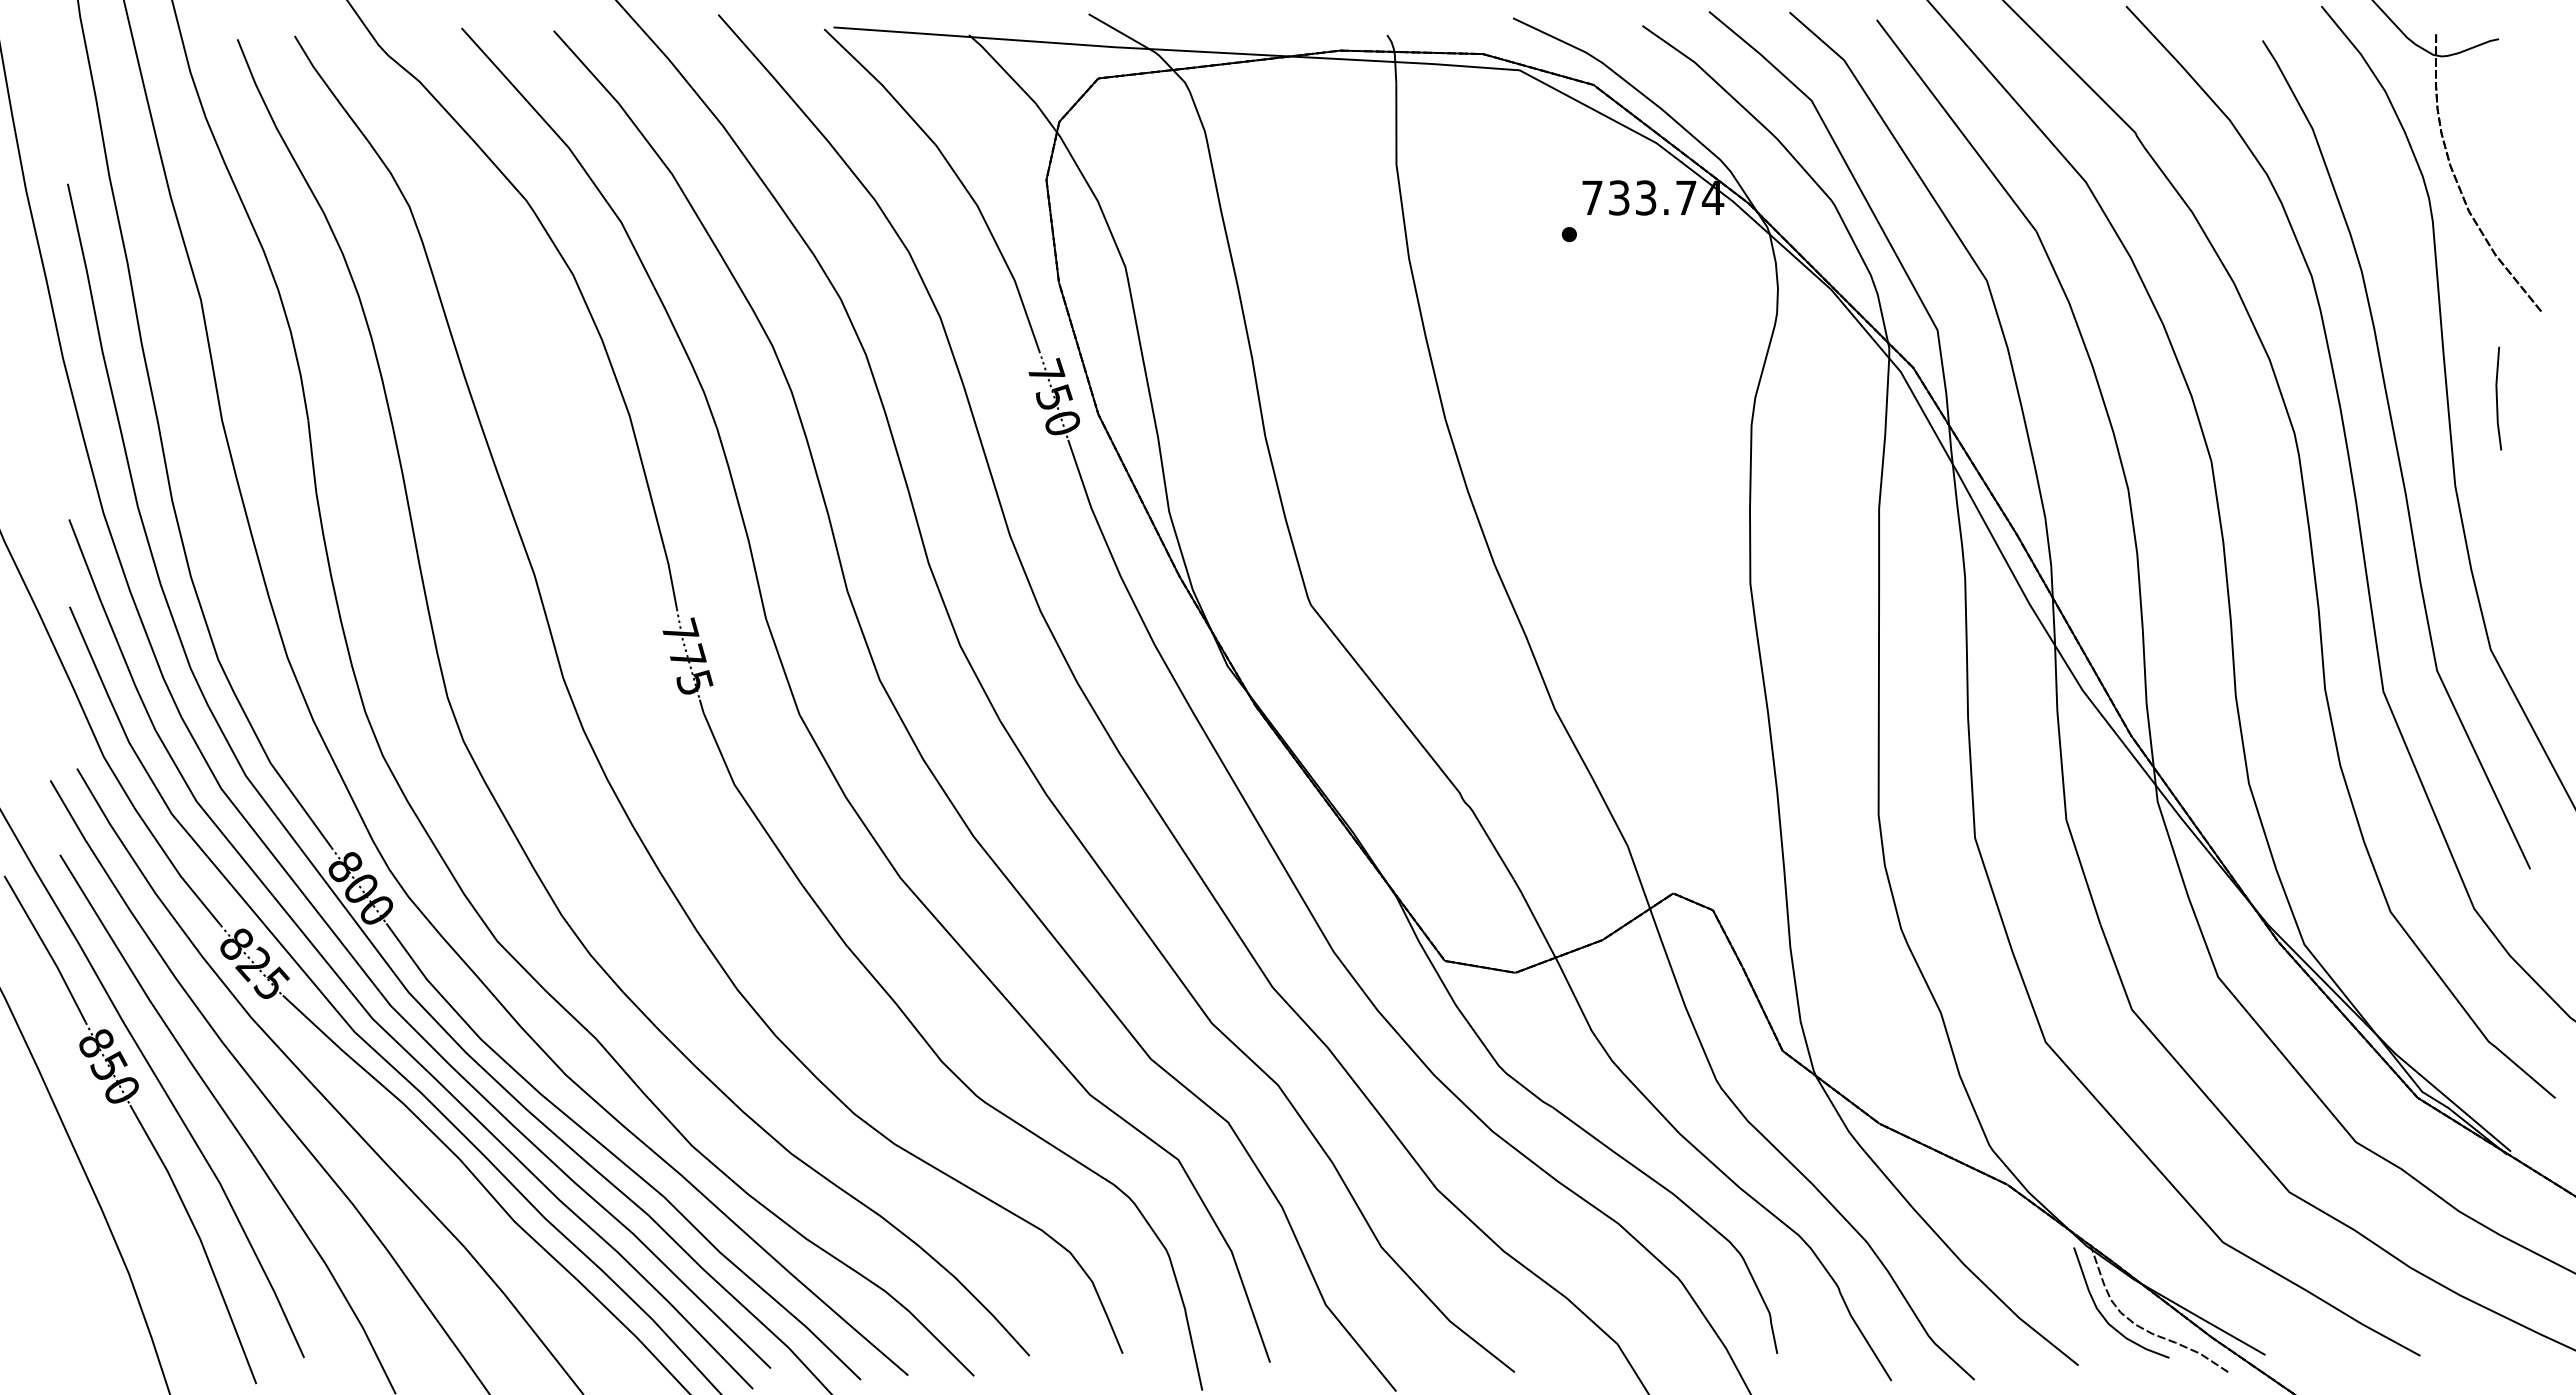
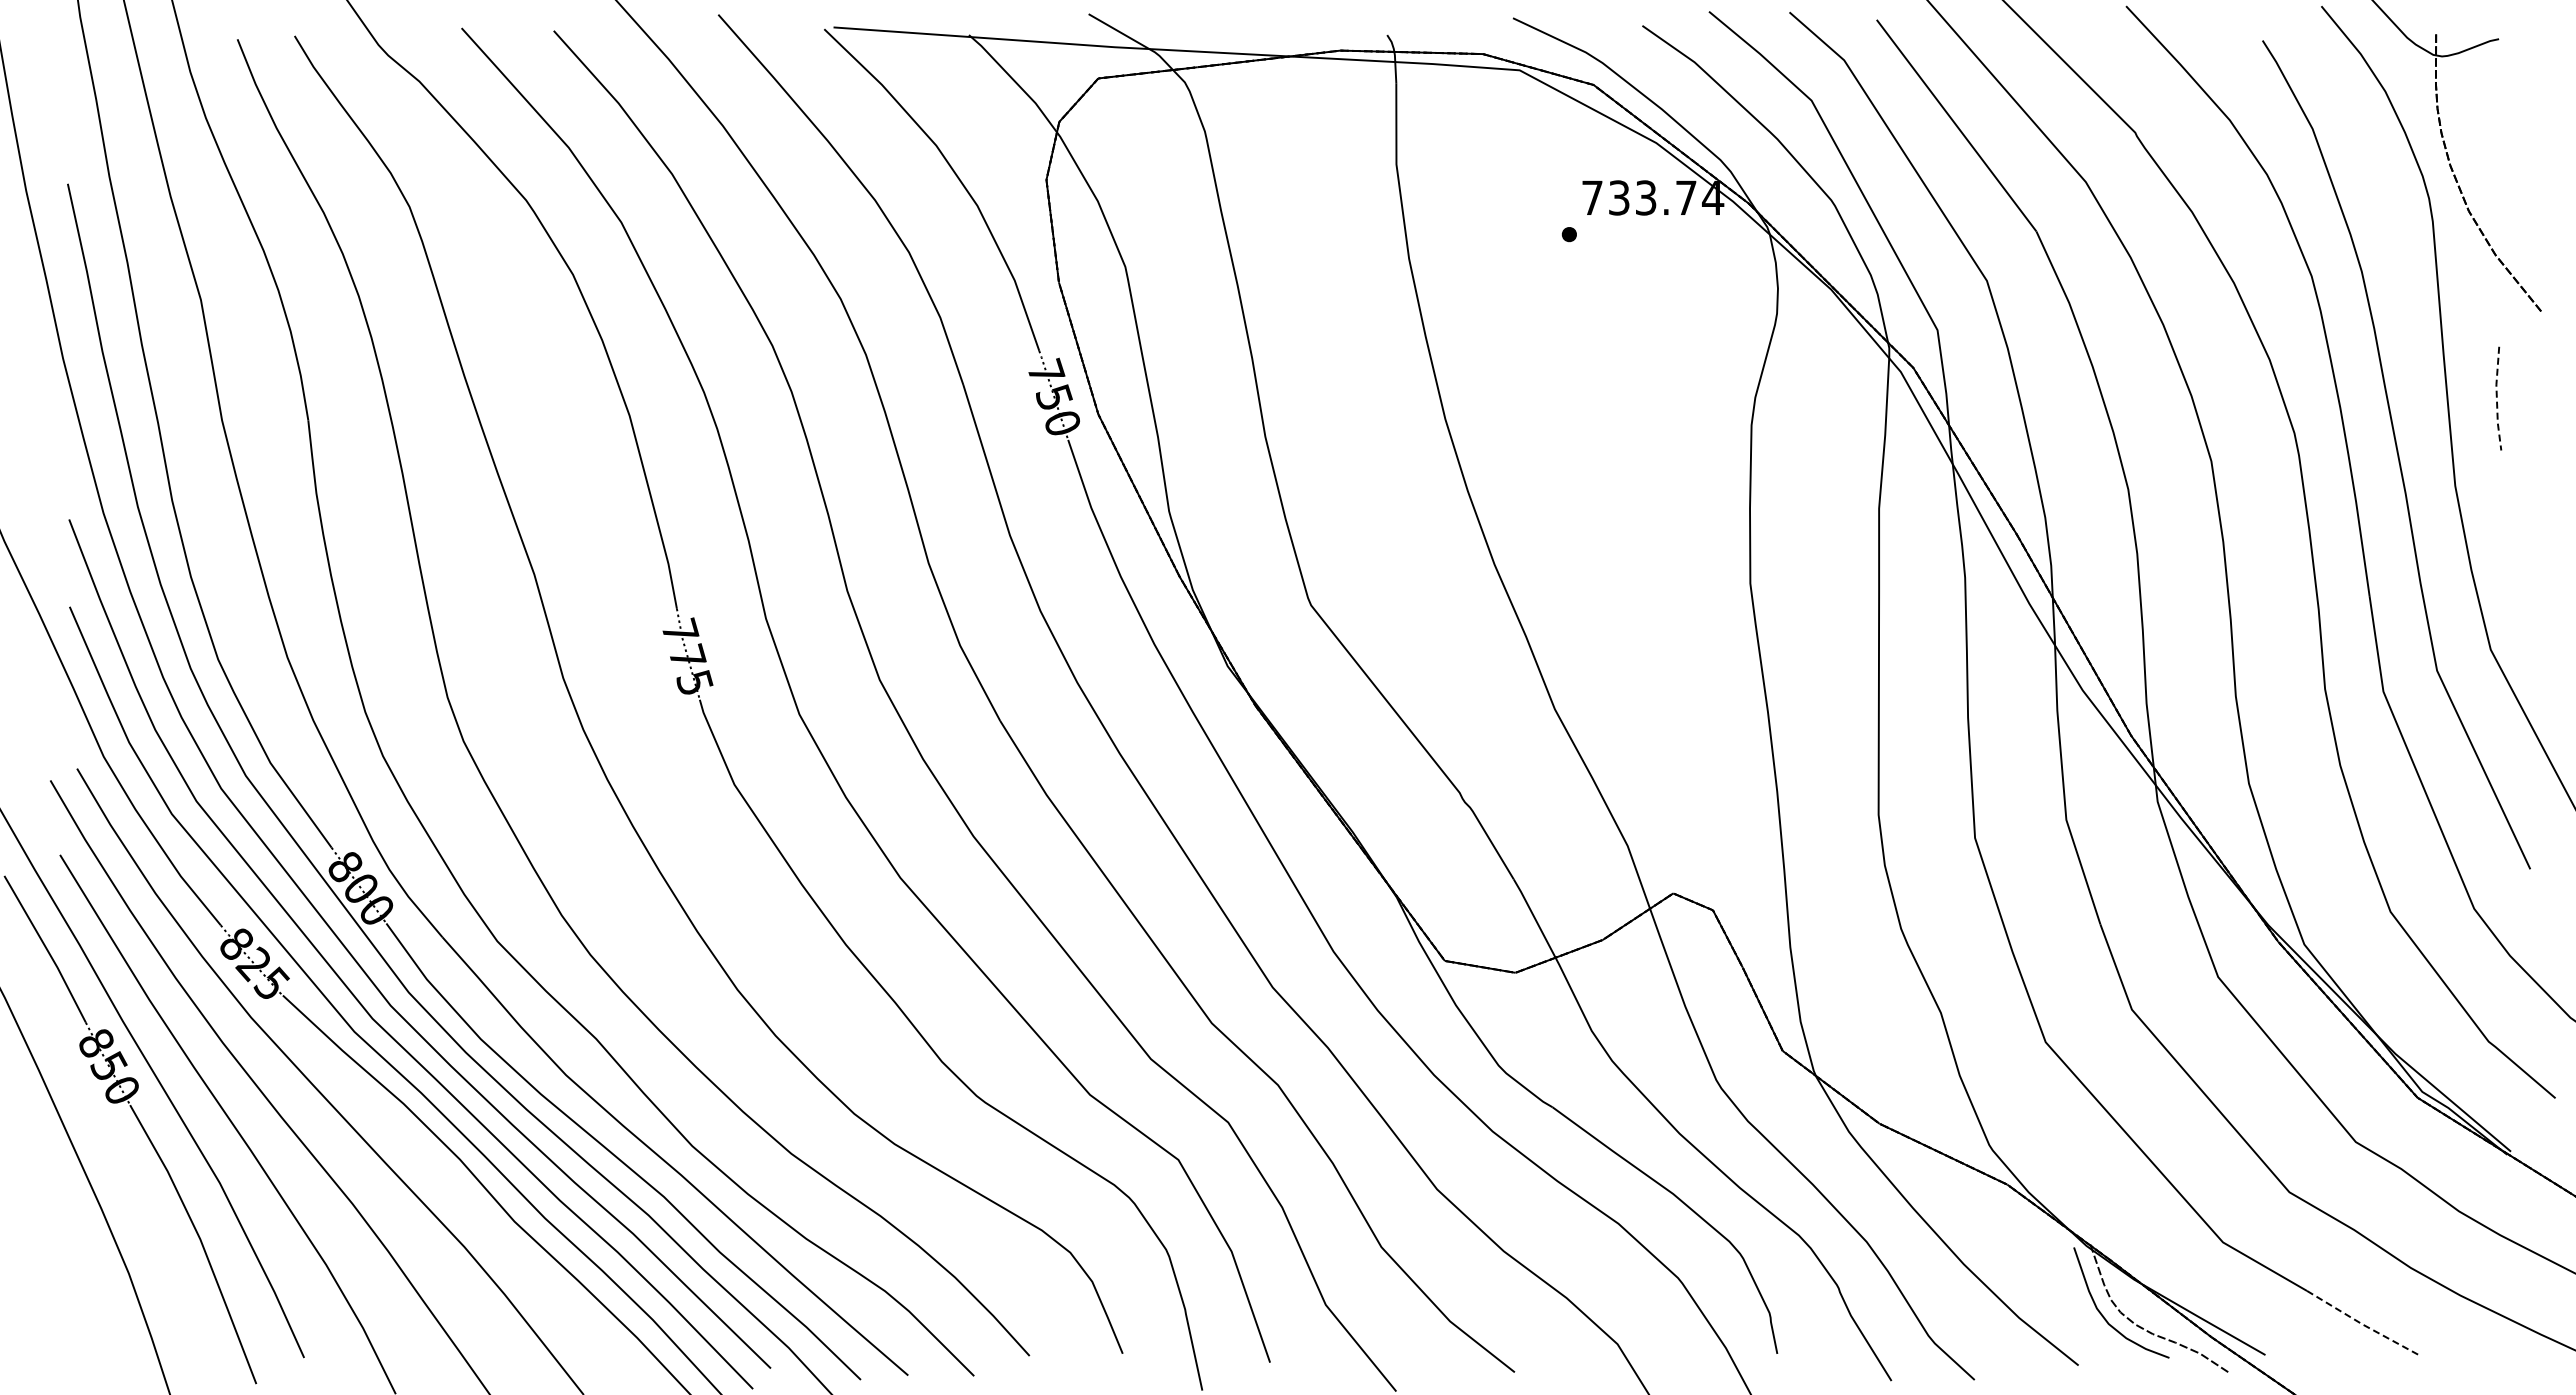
line at (2496, 398): solid -> dashed
line at (2363, 1324): solid -> dashed
